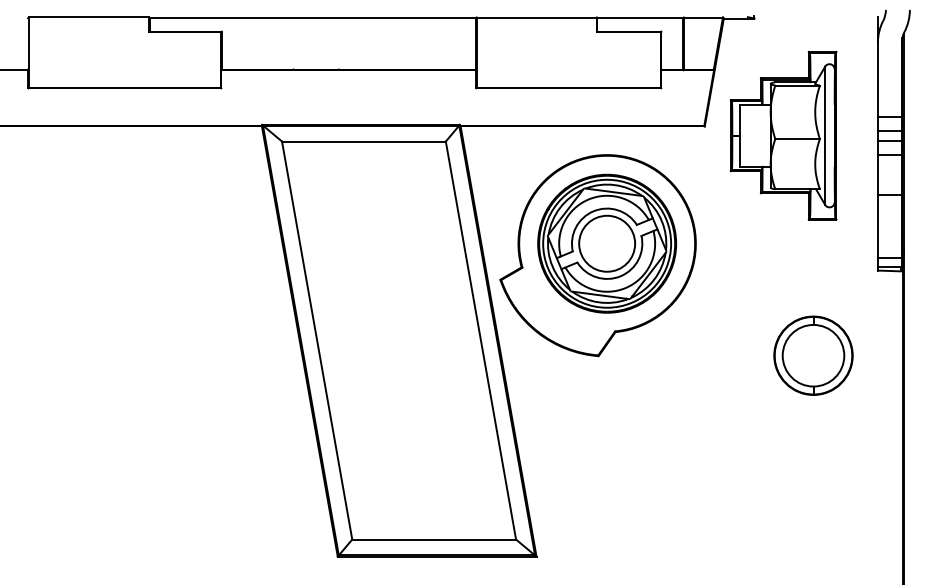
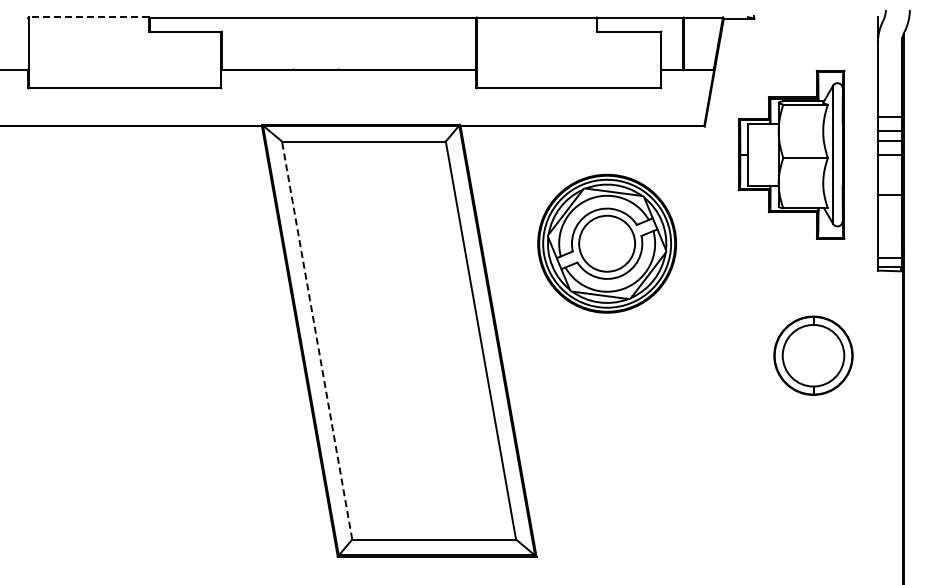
line at (88, 17): solid -> dashed
part at (783, 135) position: (783, 135) -> (791, 154)
part at (597, 255): present -> none
line at (317, 340): solid -> dashed
